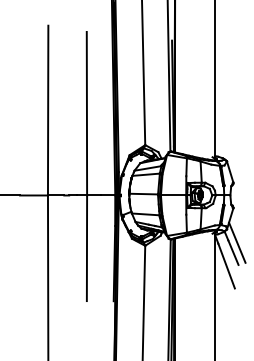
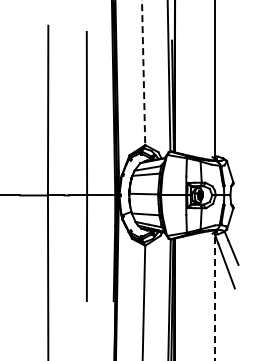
line at (143, 72): solid -> dashed
line at (237, 242): present -> none
line at (214, 295): solid -> dashed
